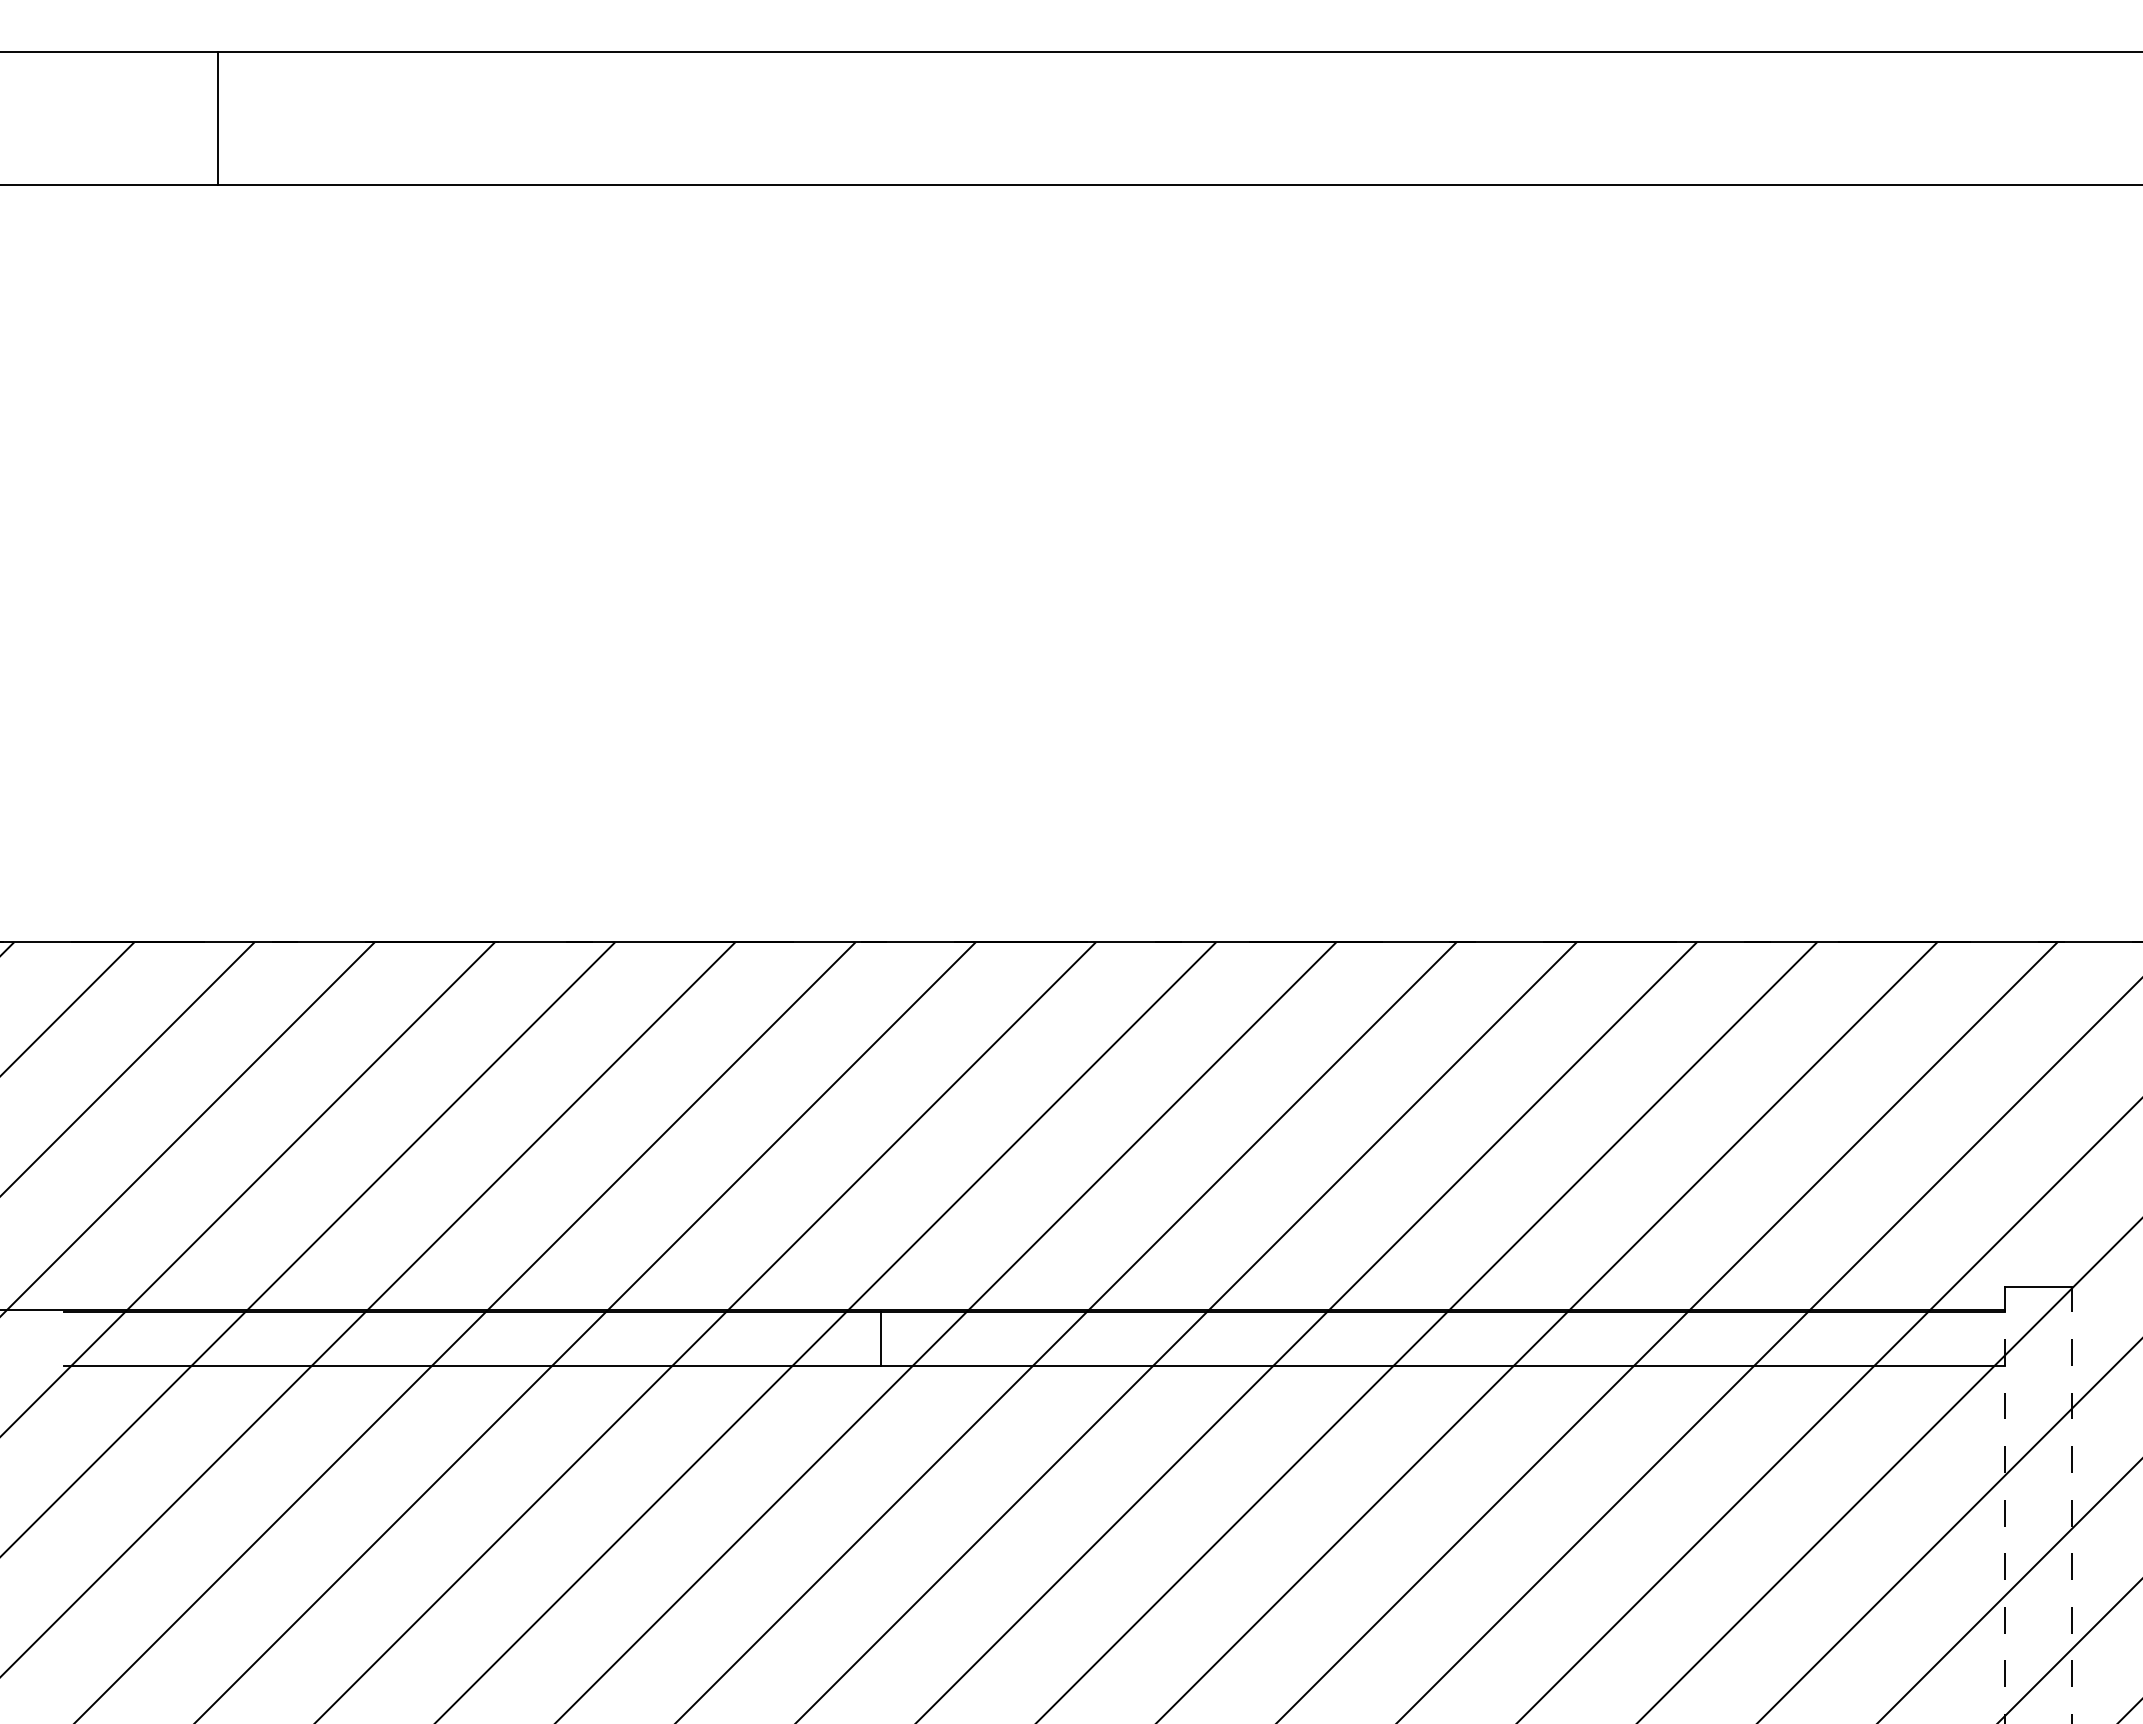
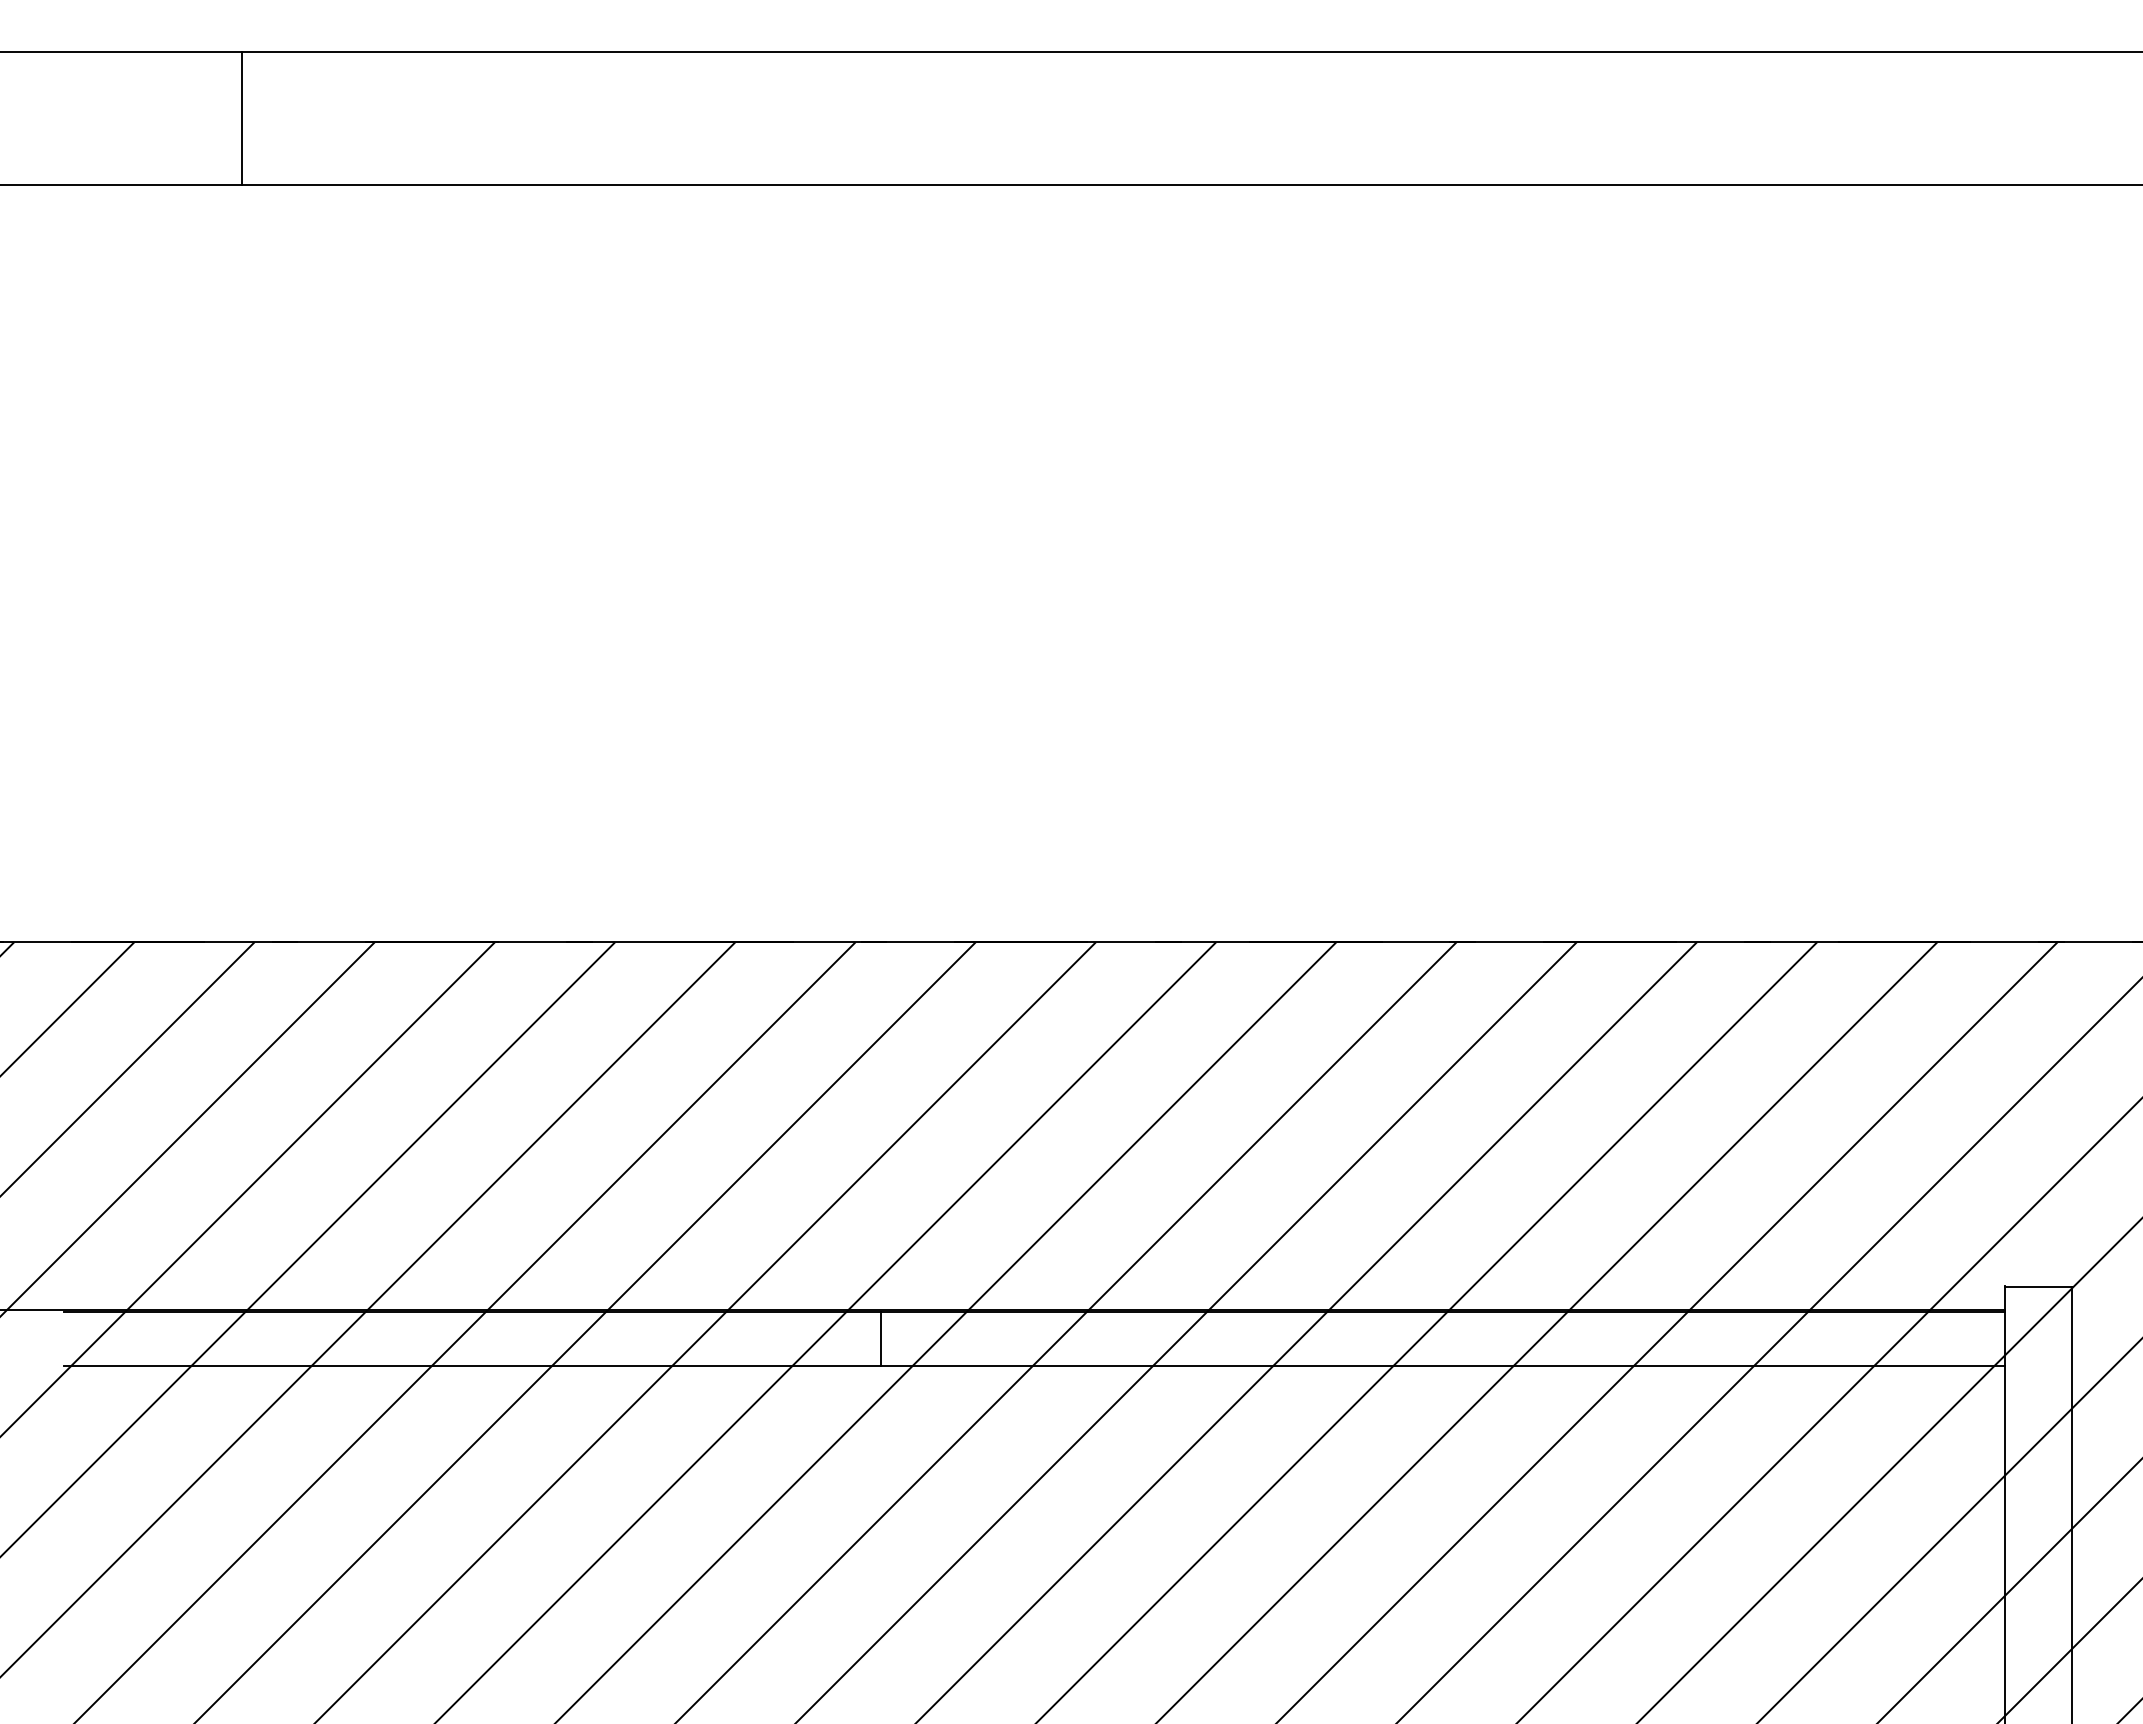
line at (217, 118) position: (217, 118) -> (241, 118)
line at (2005, 1504): dashed -> solid
line at (2072, 1504): dashed -> solid
